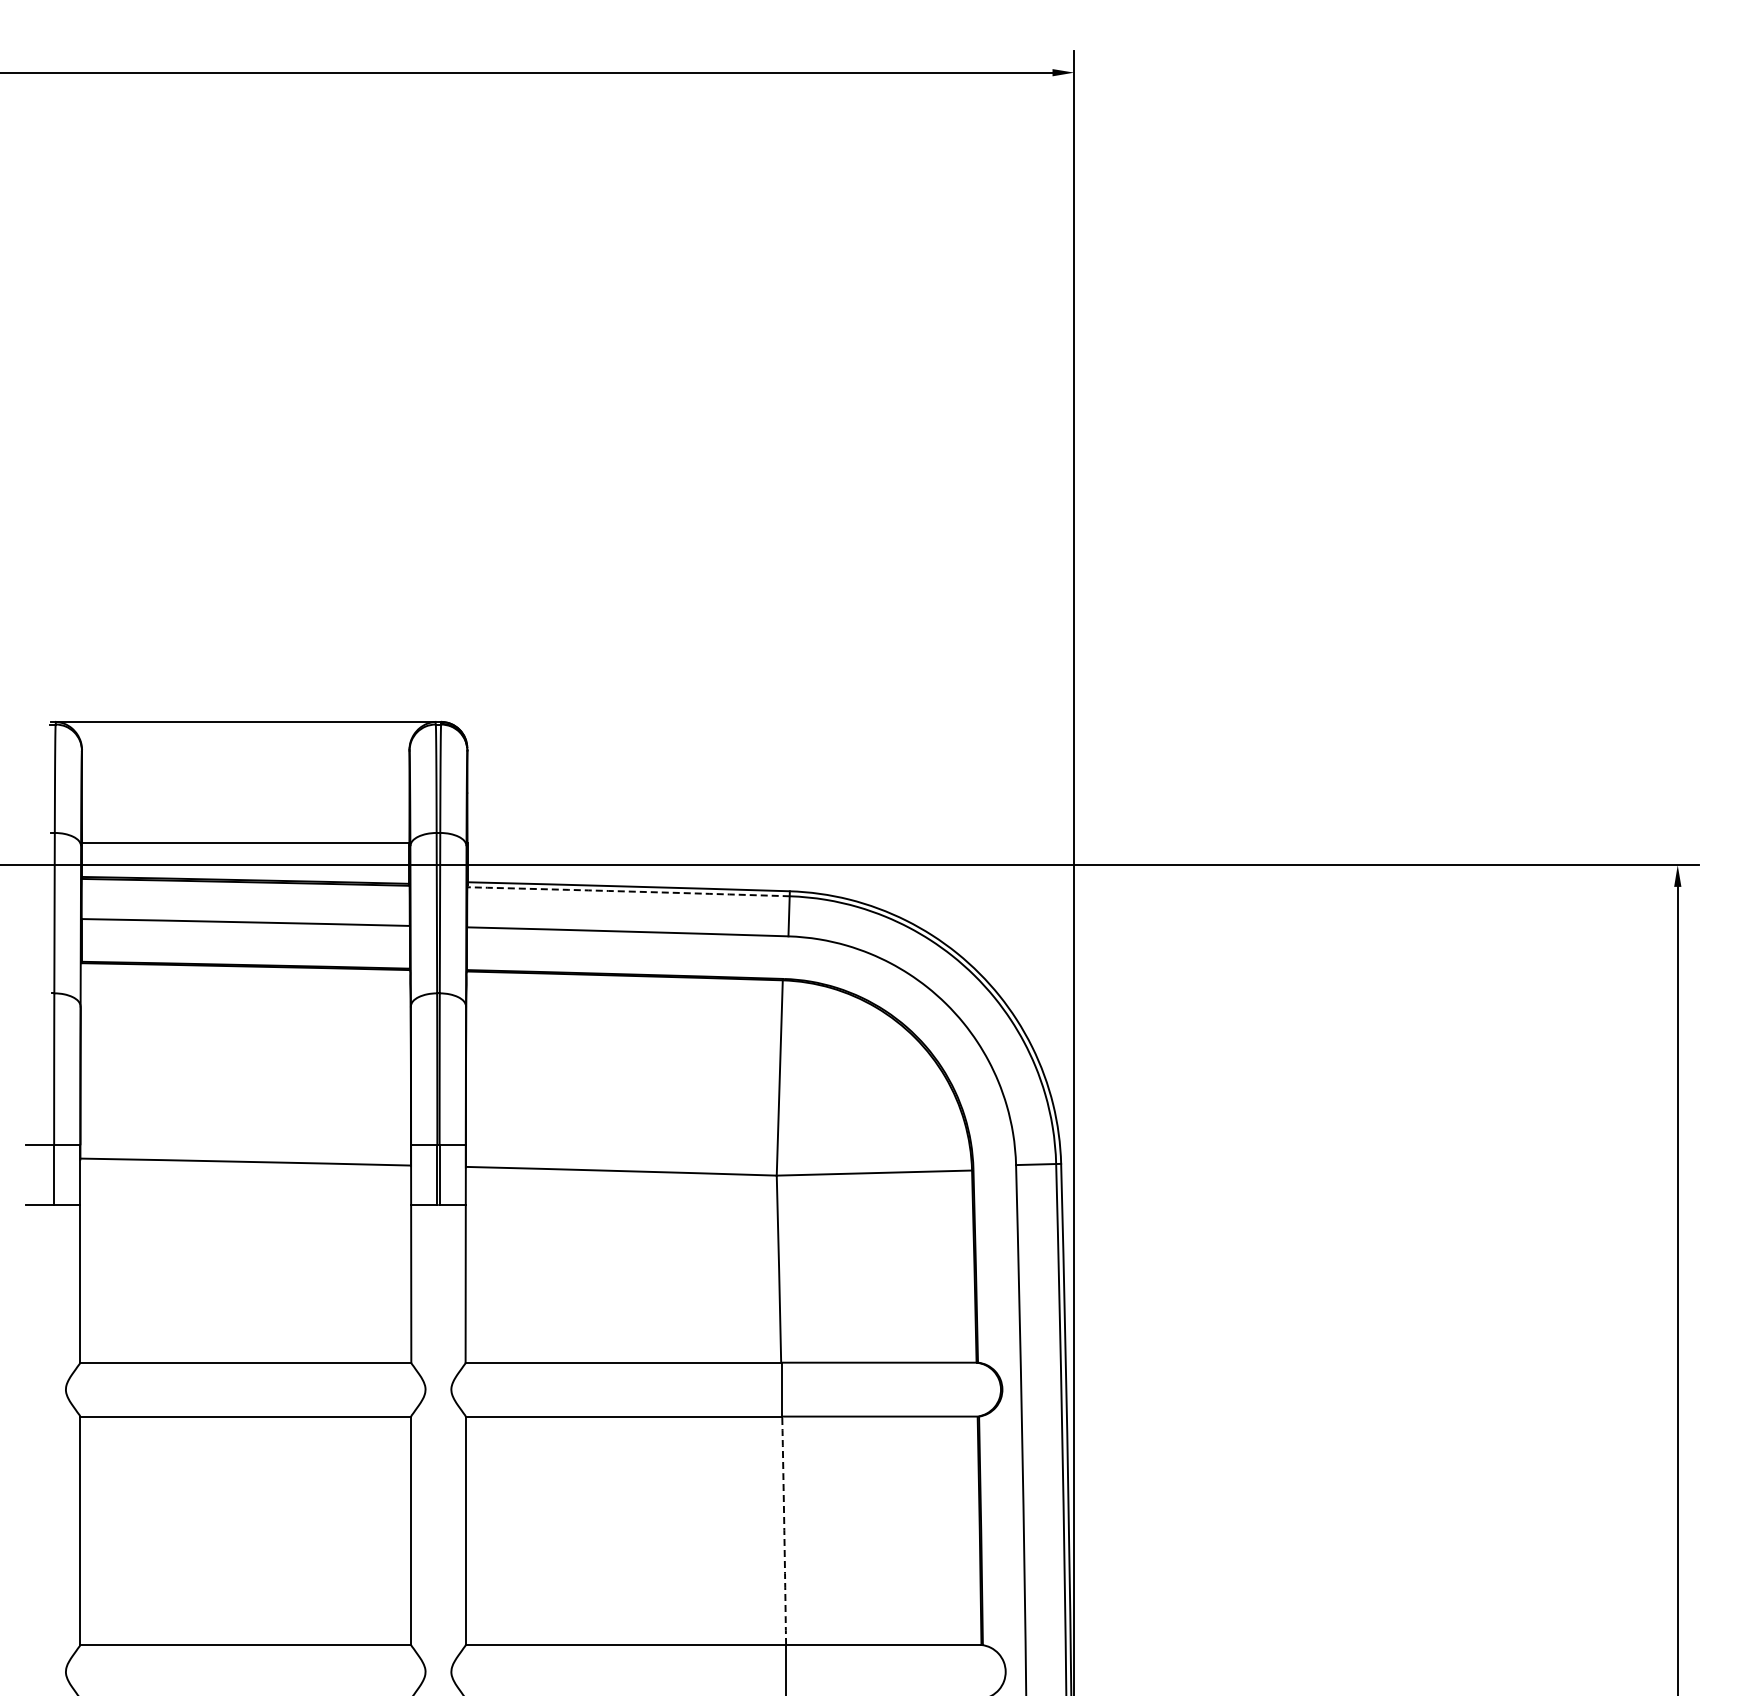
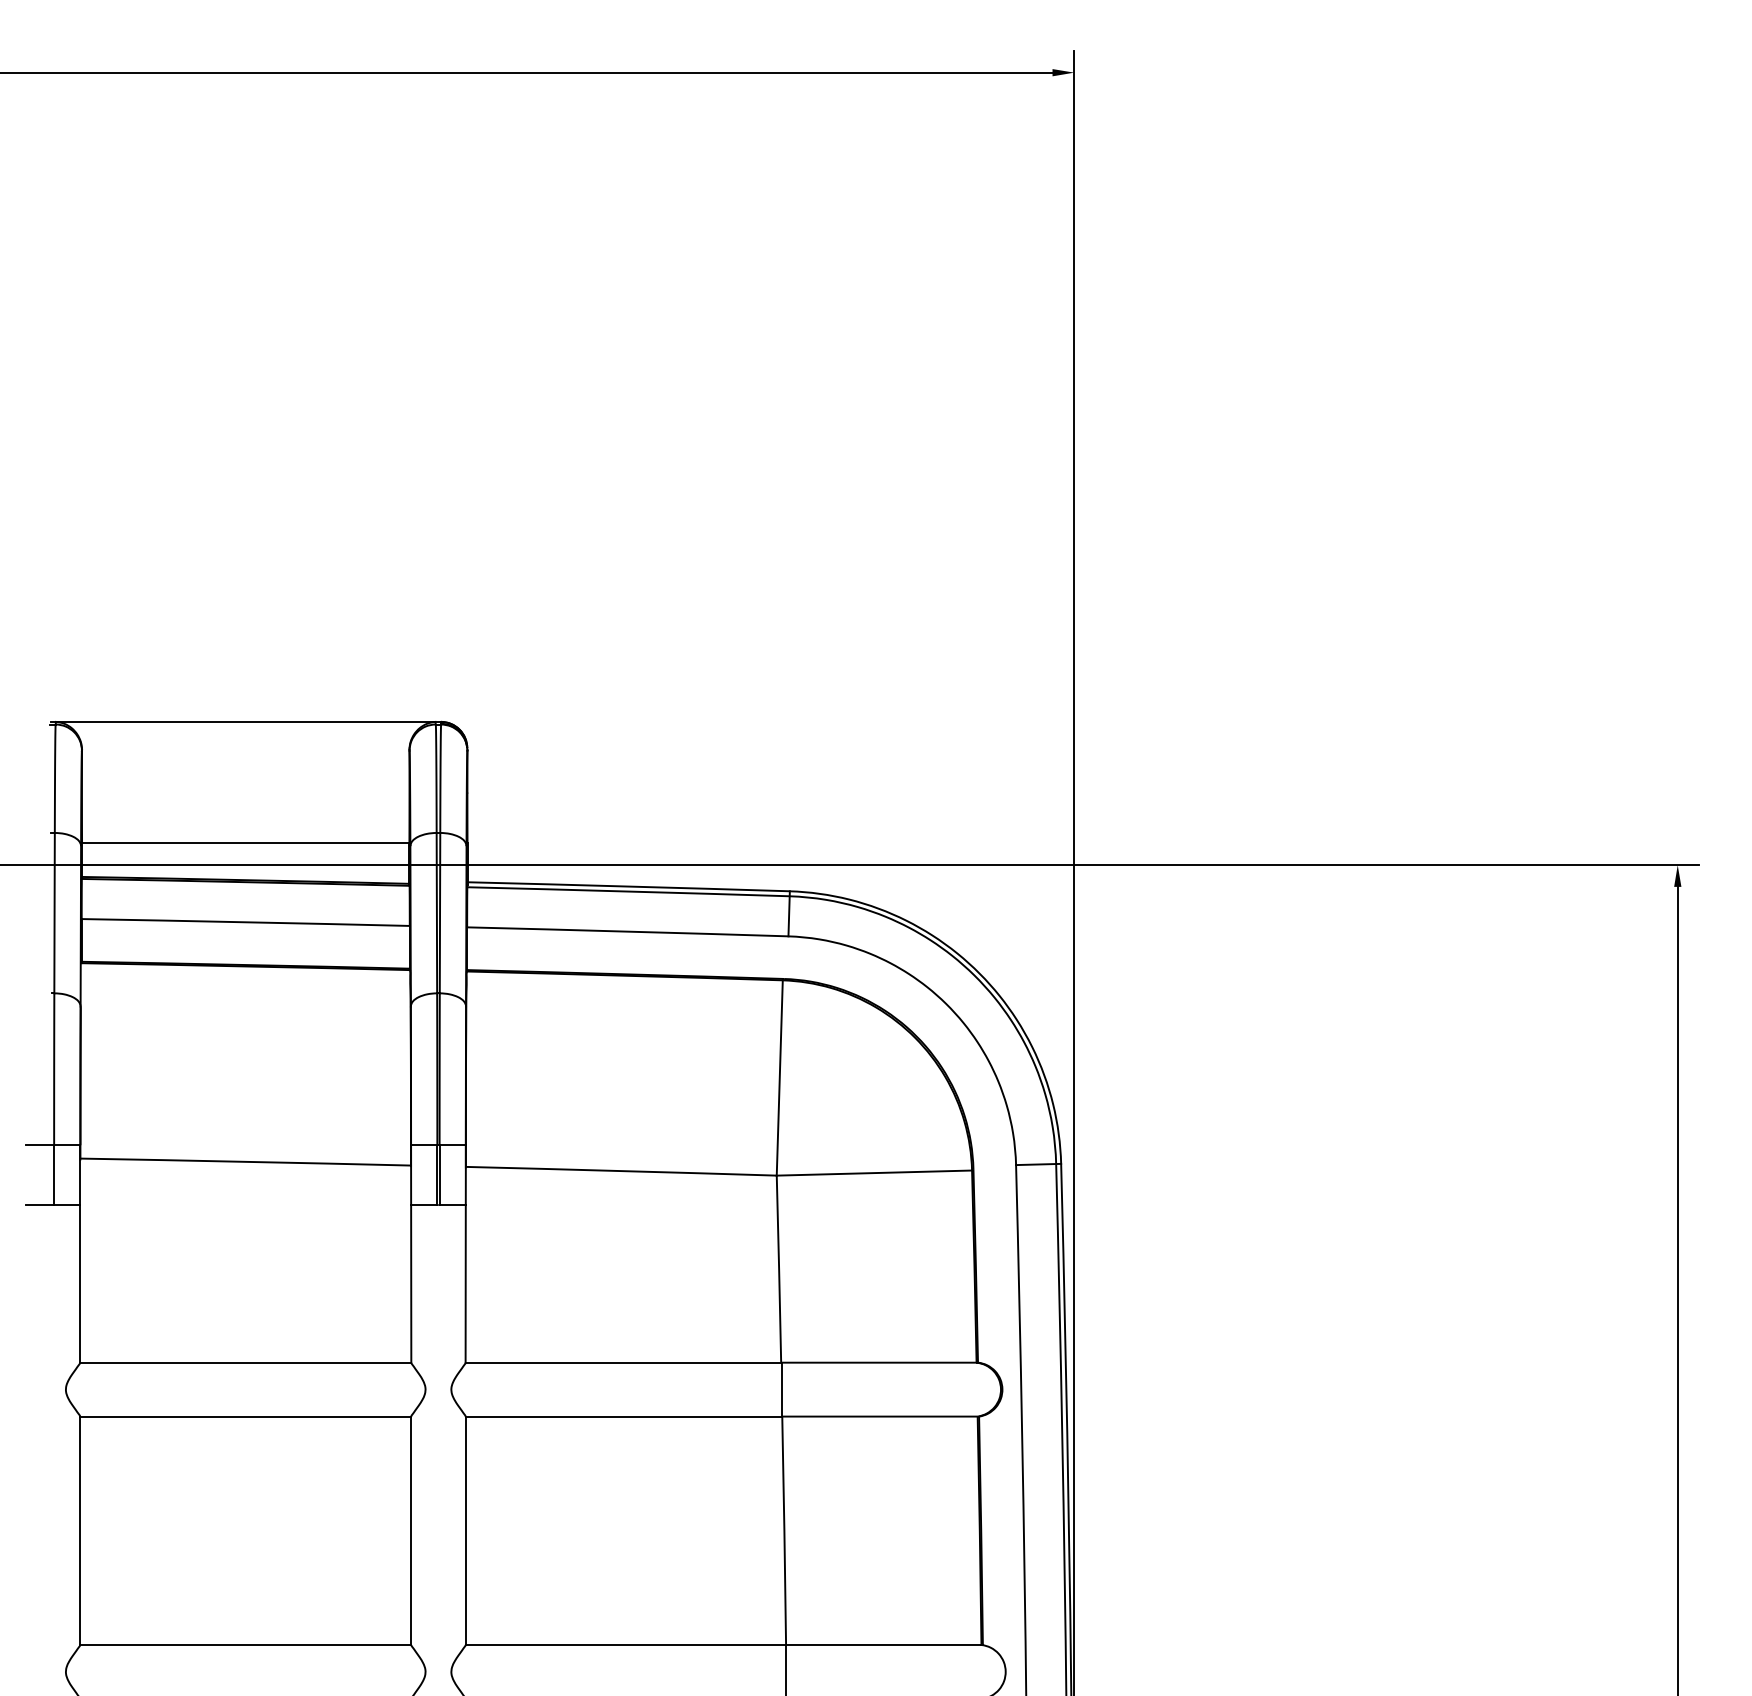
arc at (628, 891): dashed -> solid
arc at (784, 1530): dashed -> solid
